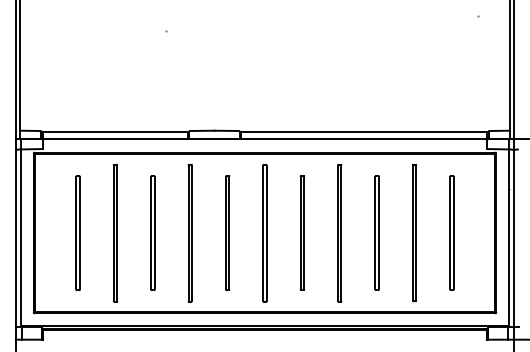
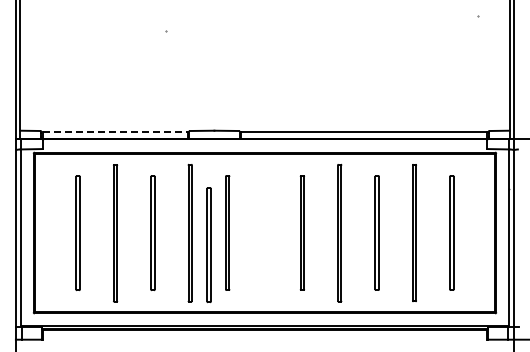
line at (115, 131): solid -> dashed
part at (264, 232): present -> none
part at (208, 244): none -> present
